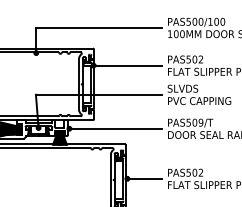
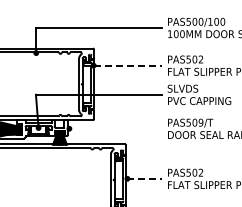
line at (128, 65): solid -> dashed
line at (115, 128): present -> none
line at (145, 178): solid -> dashed
